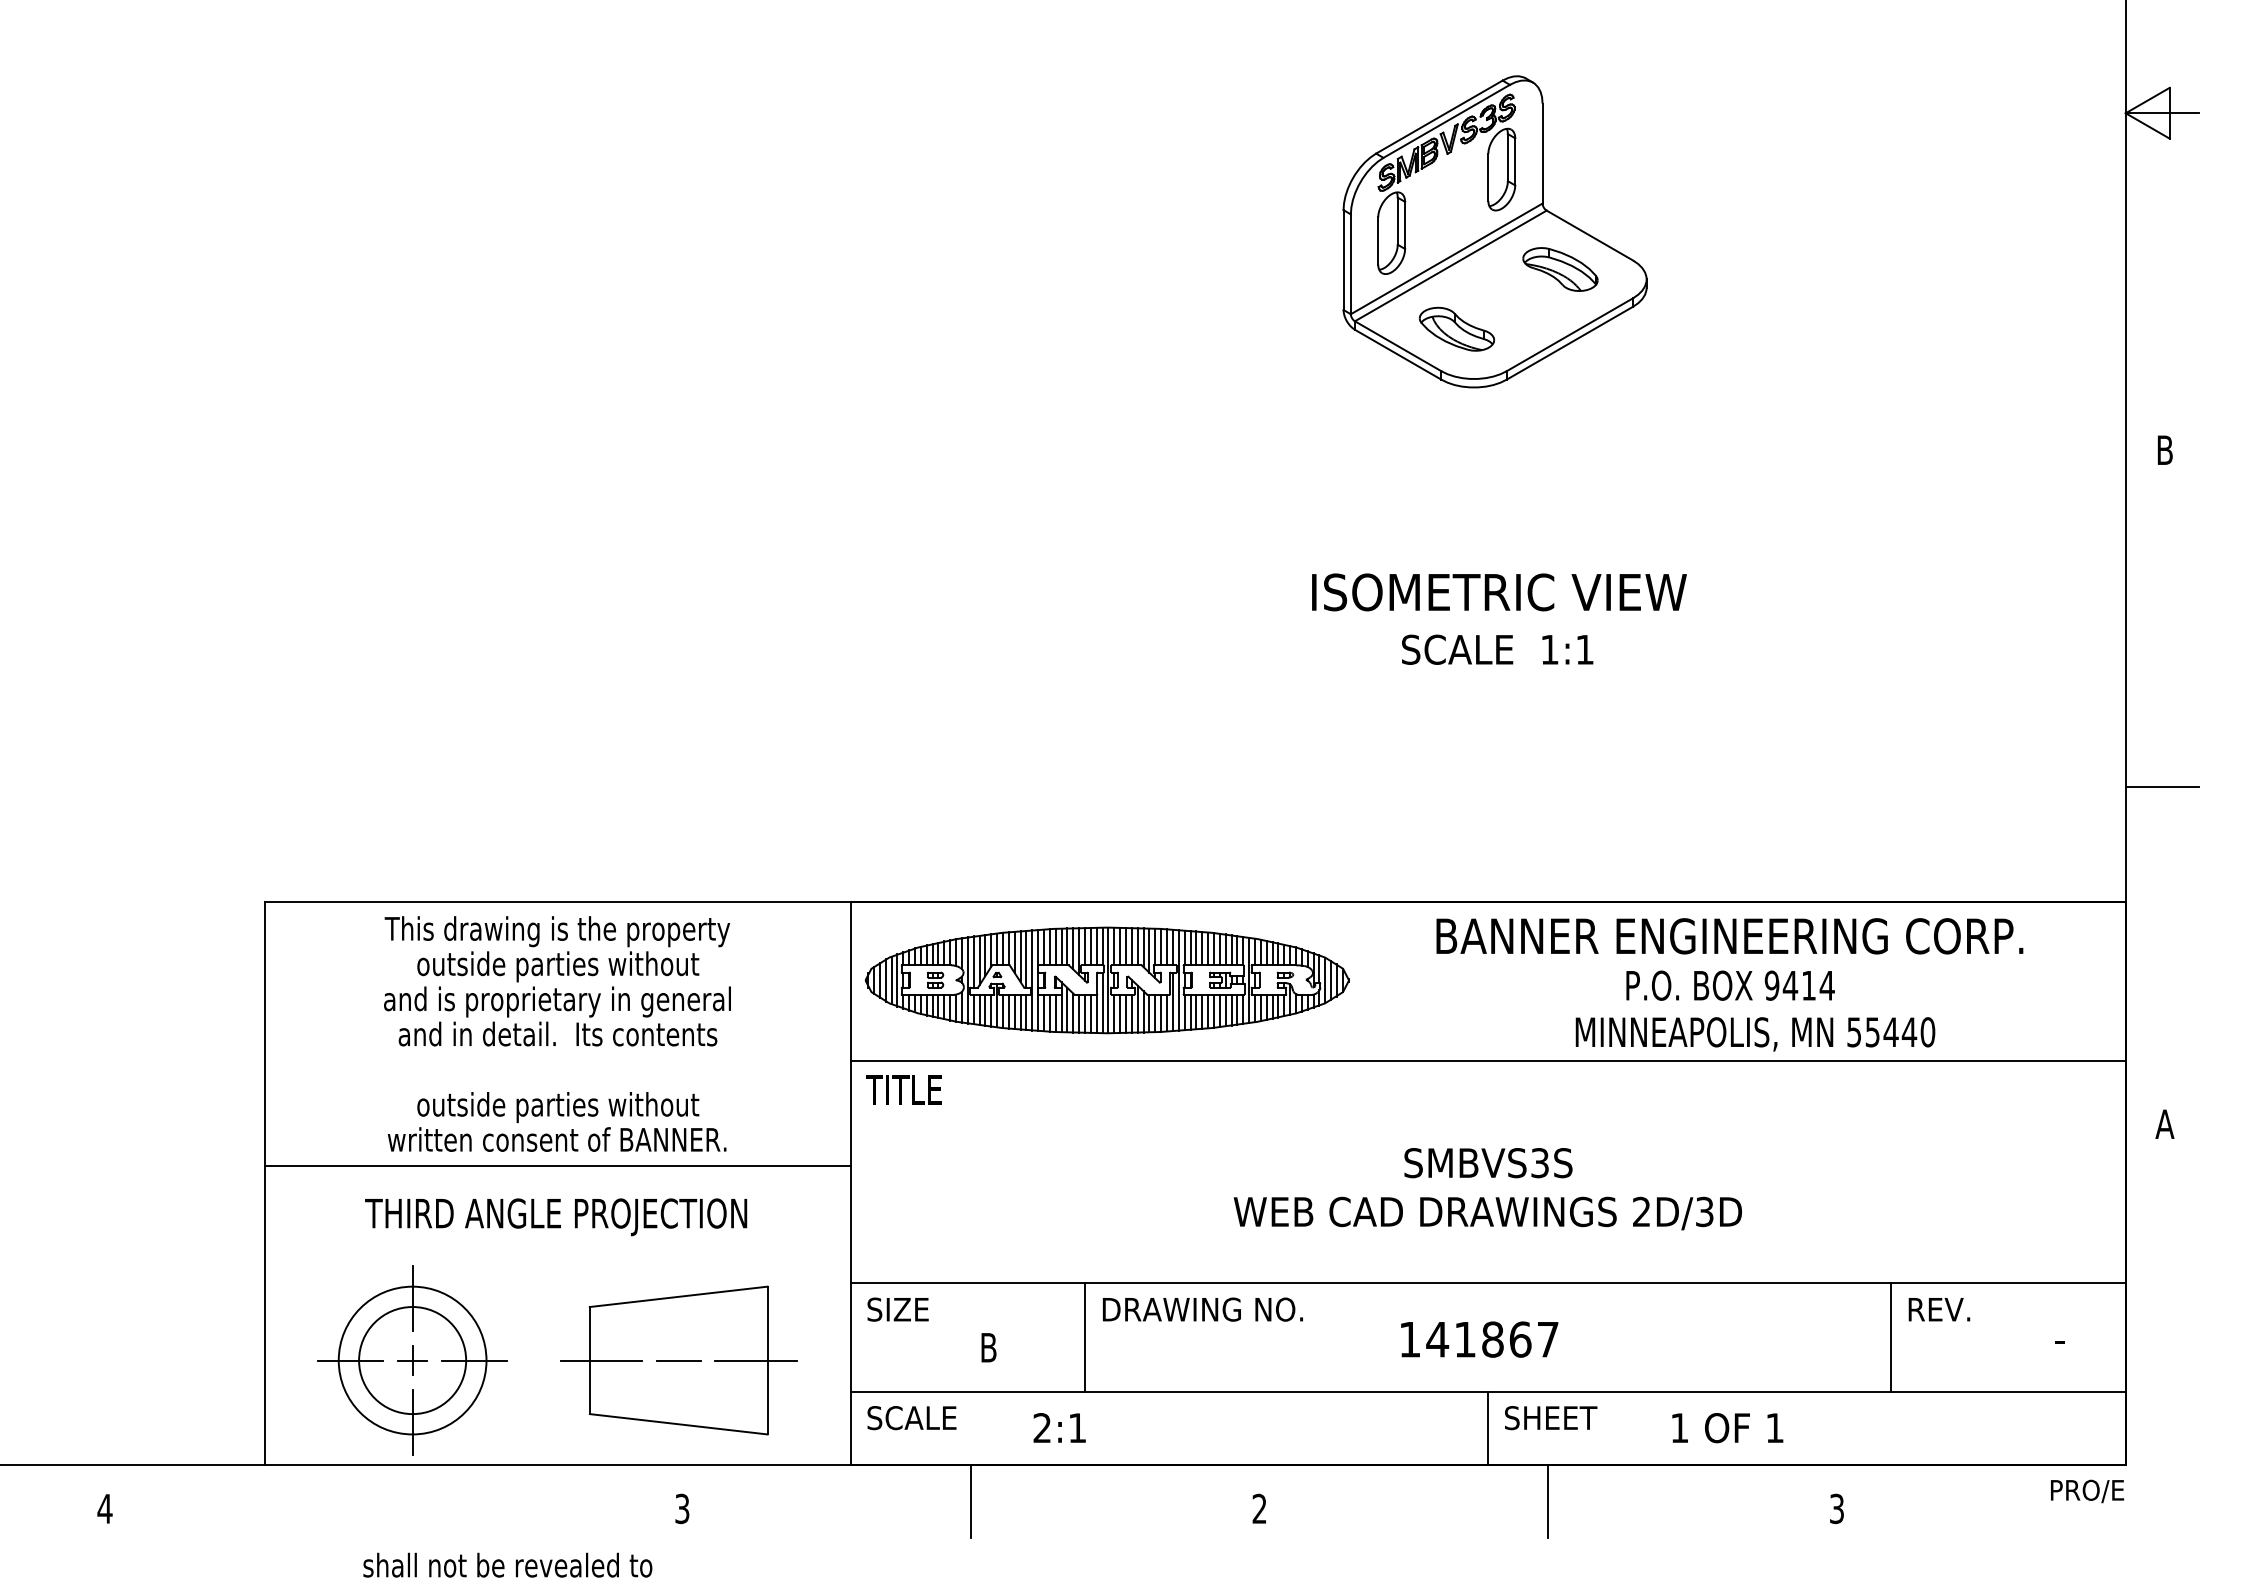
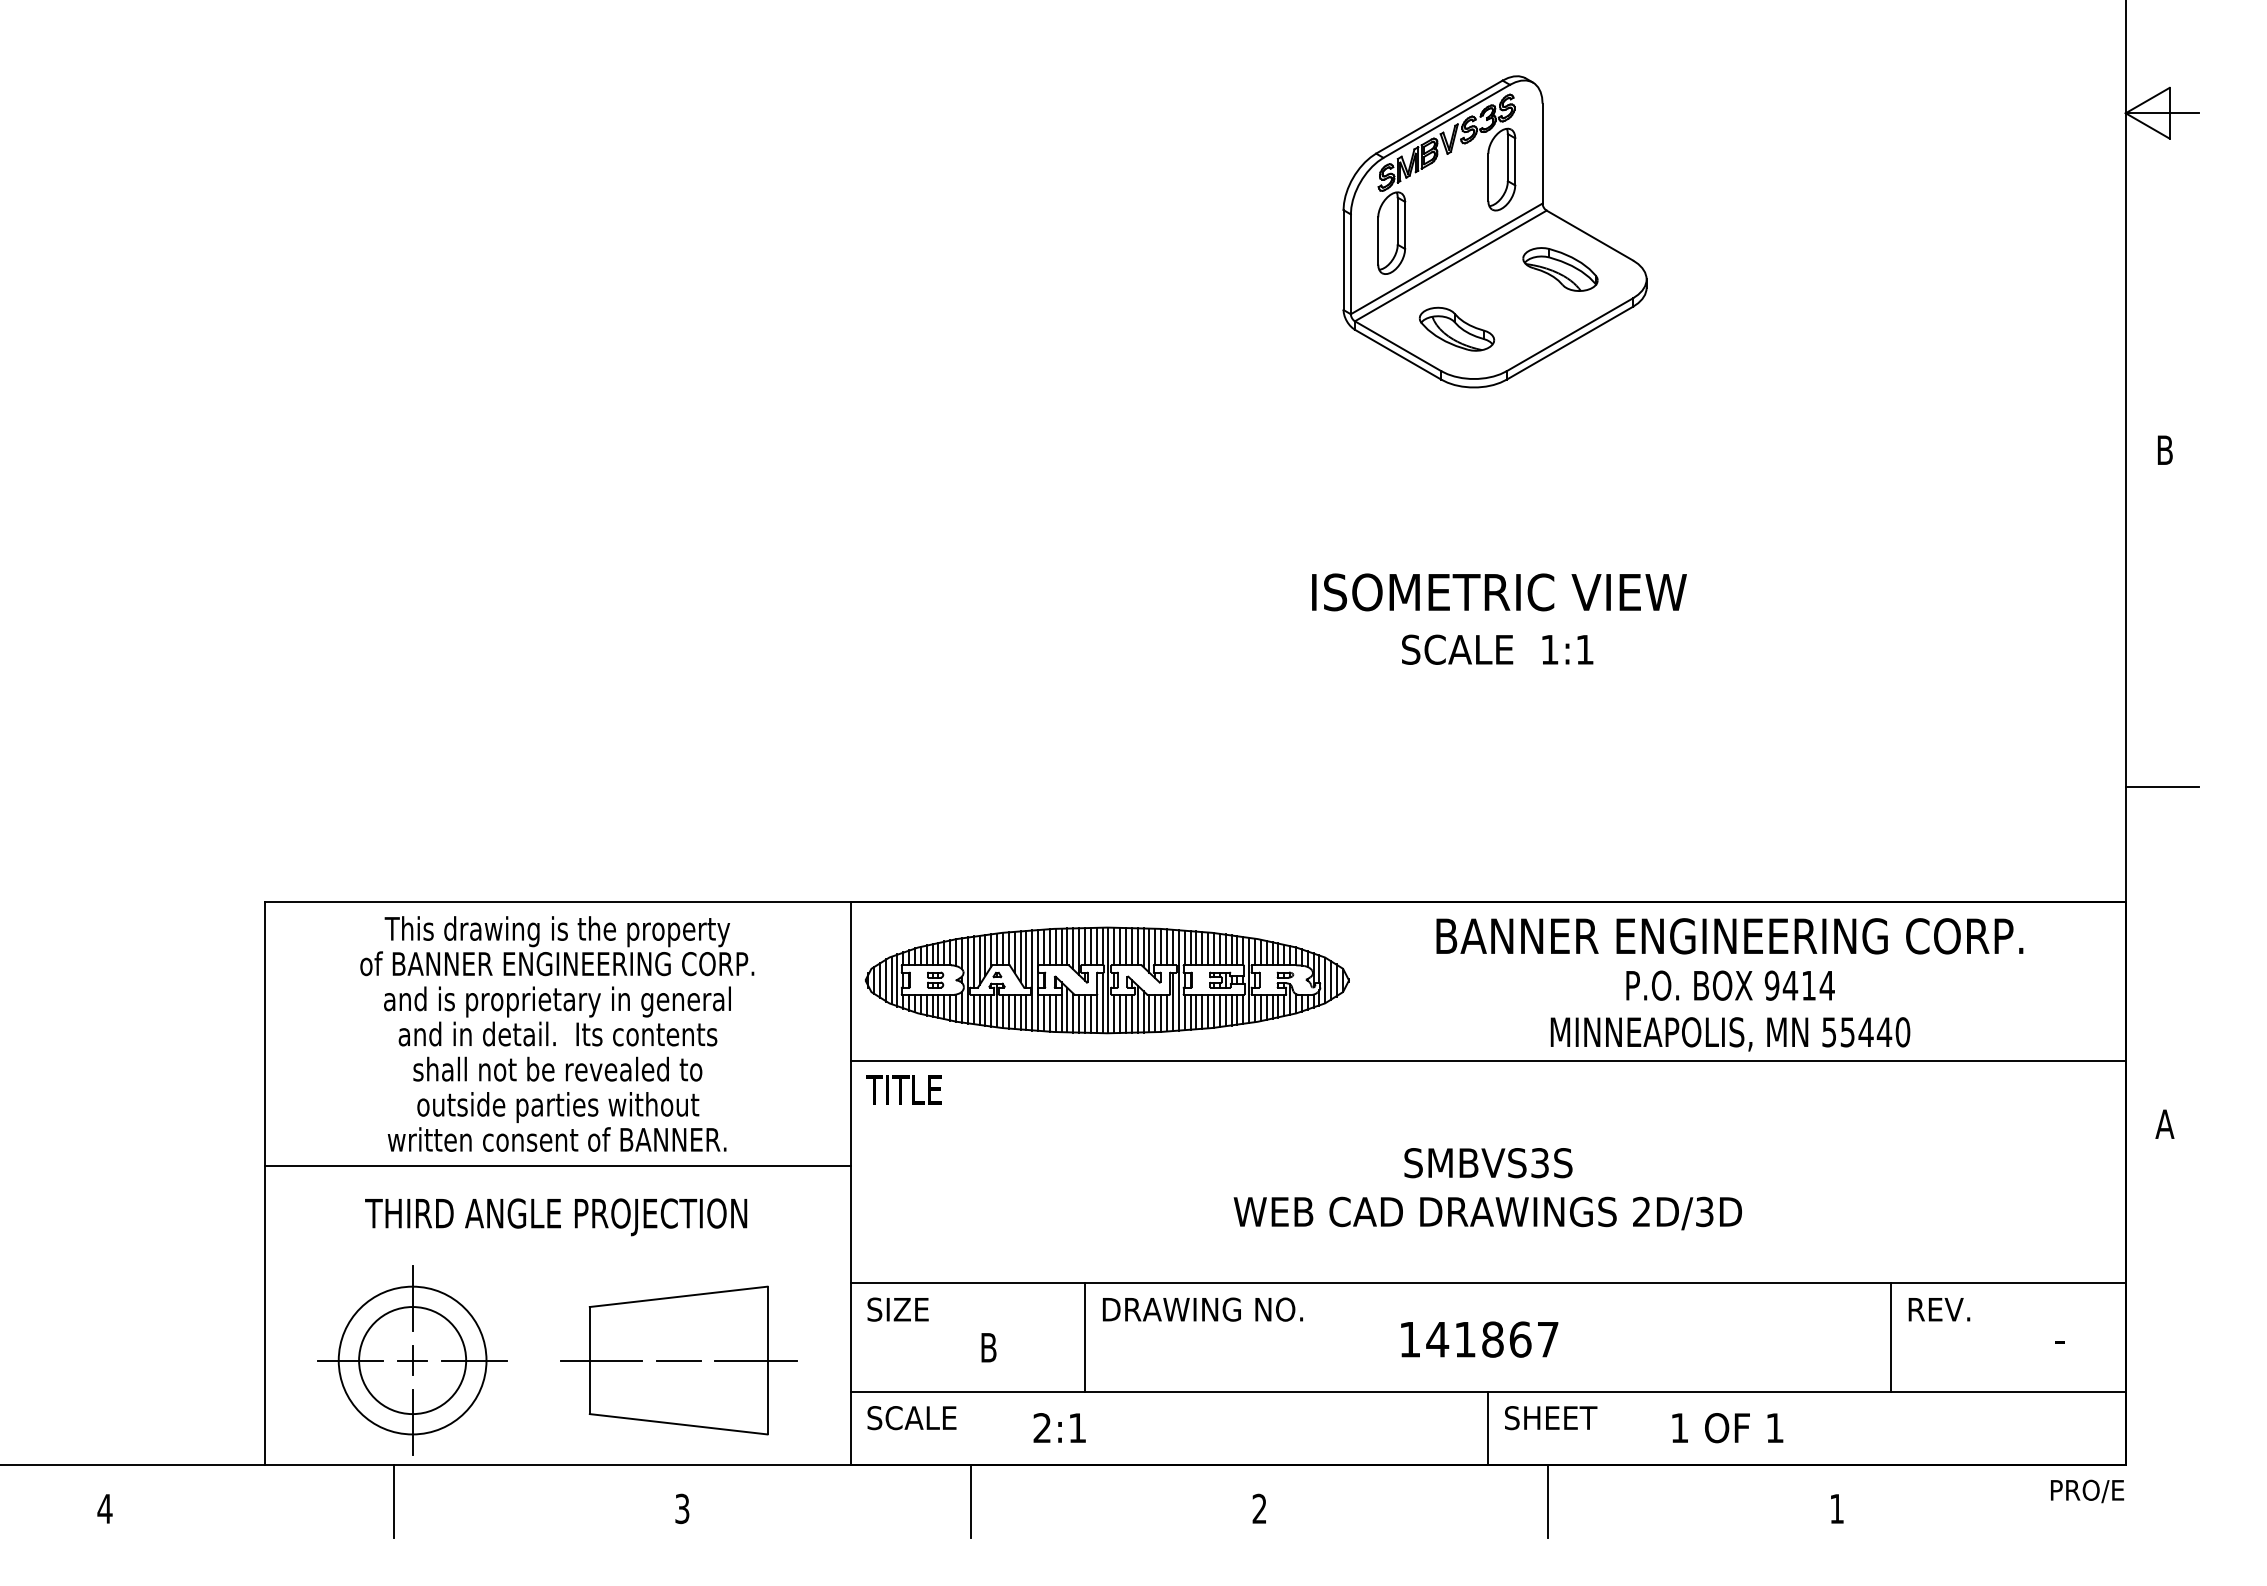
text at (557, 966): outside parties without -> of BANNER ENGINEERING CORP.
text at (1755, 1034) position: (1755, 1034) -> (1730, 1034)
line at (393, 1501): none -> present
text at (1836, 1508): 3 -> 1
text at (507, 1564) position: (507, 1564) -> (557, 1068)
